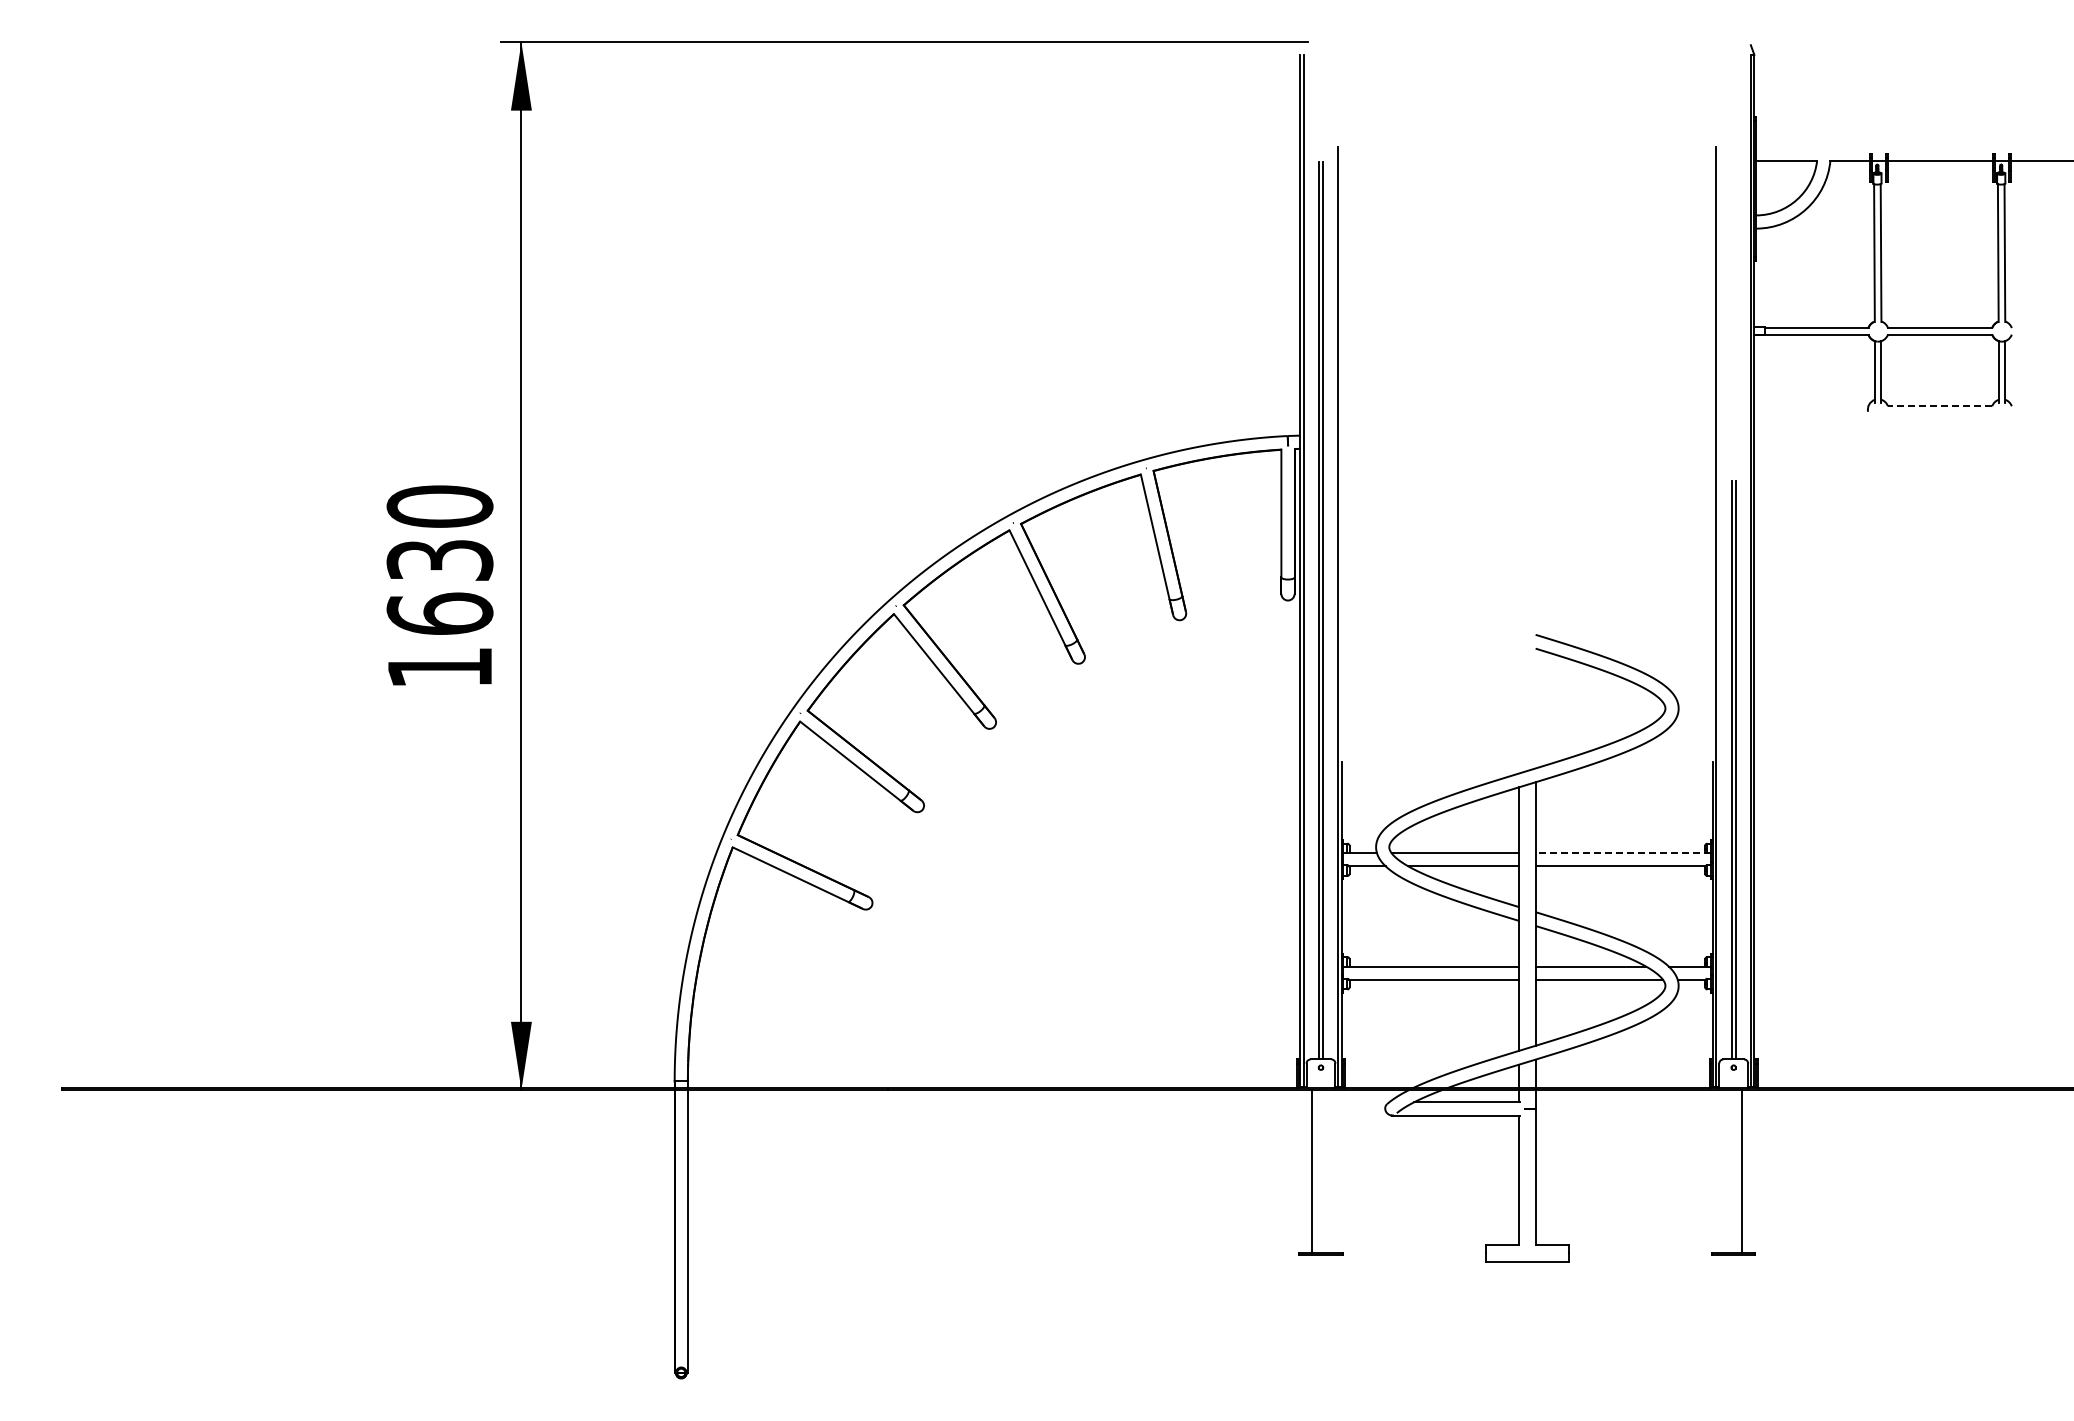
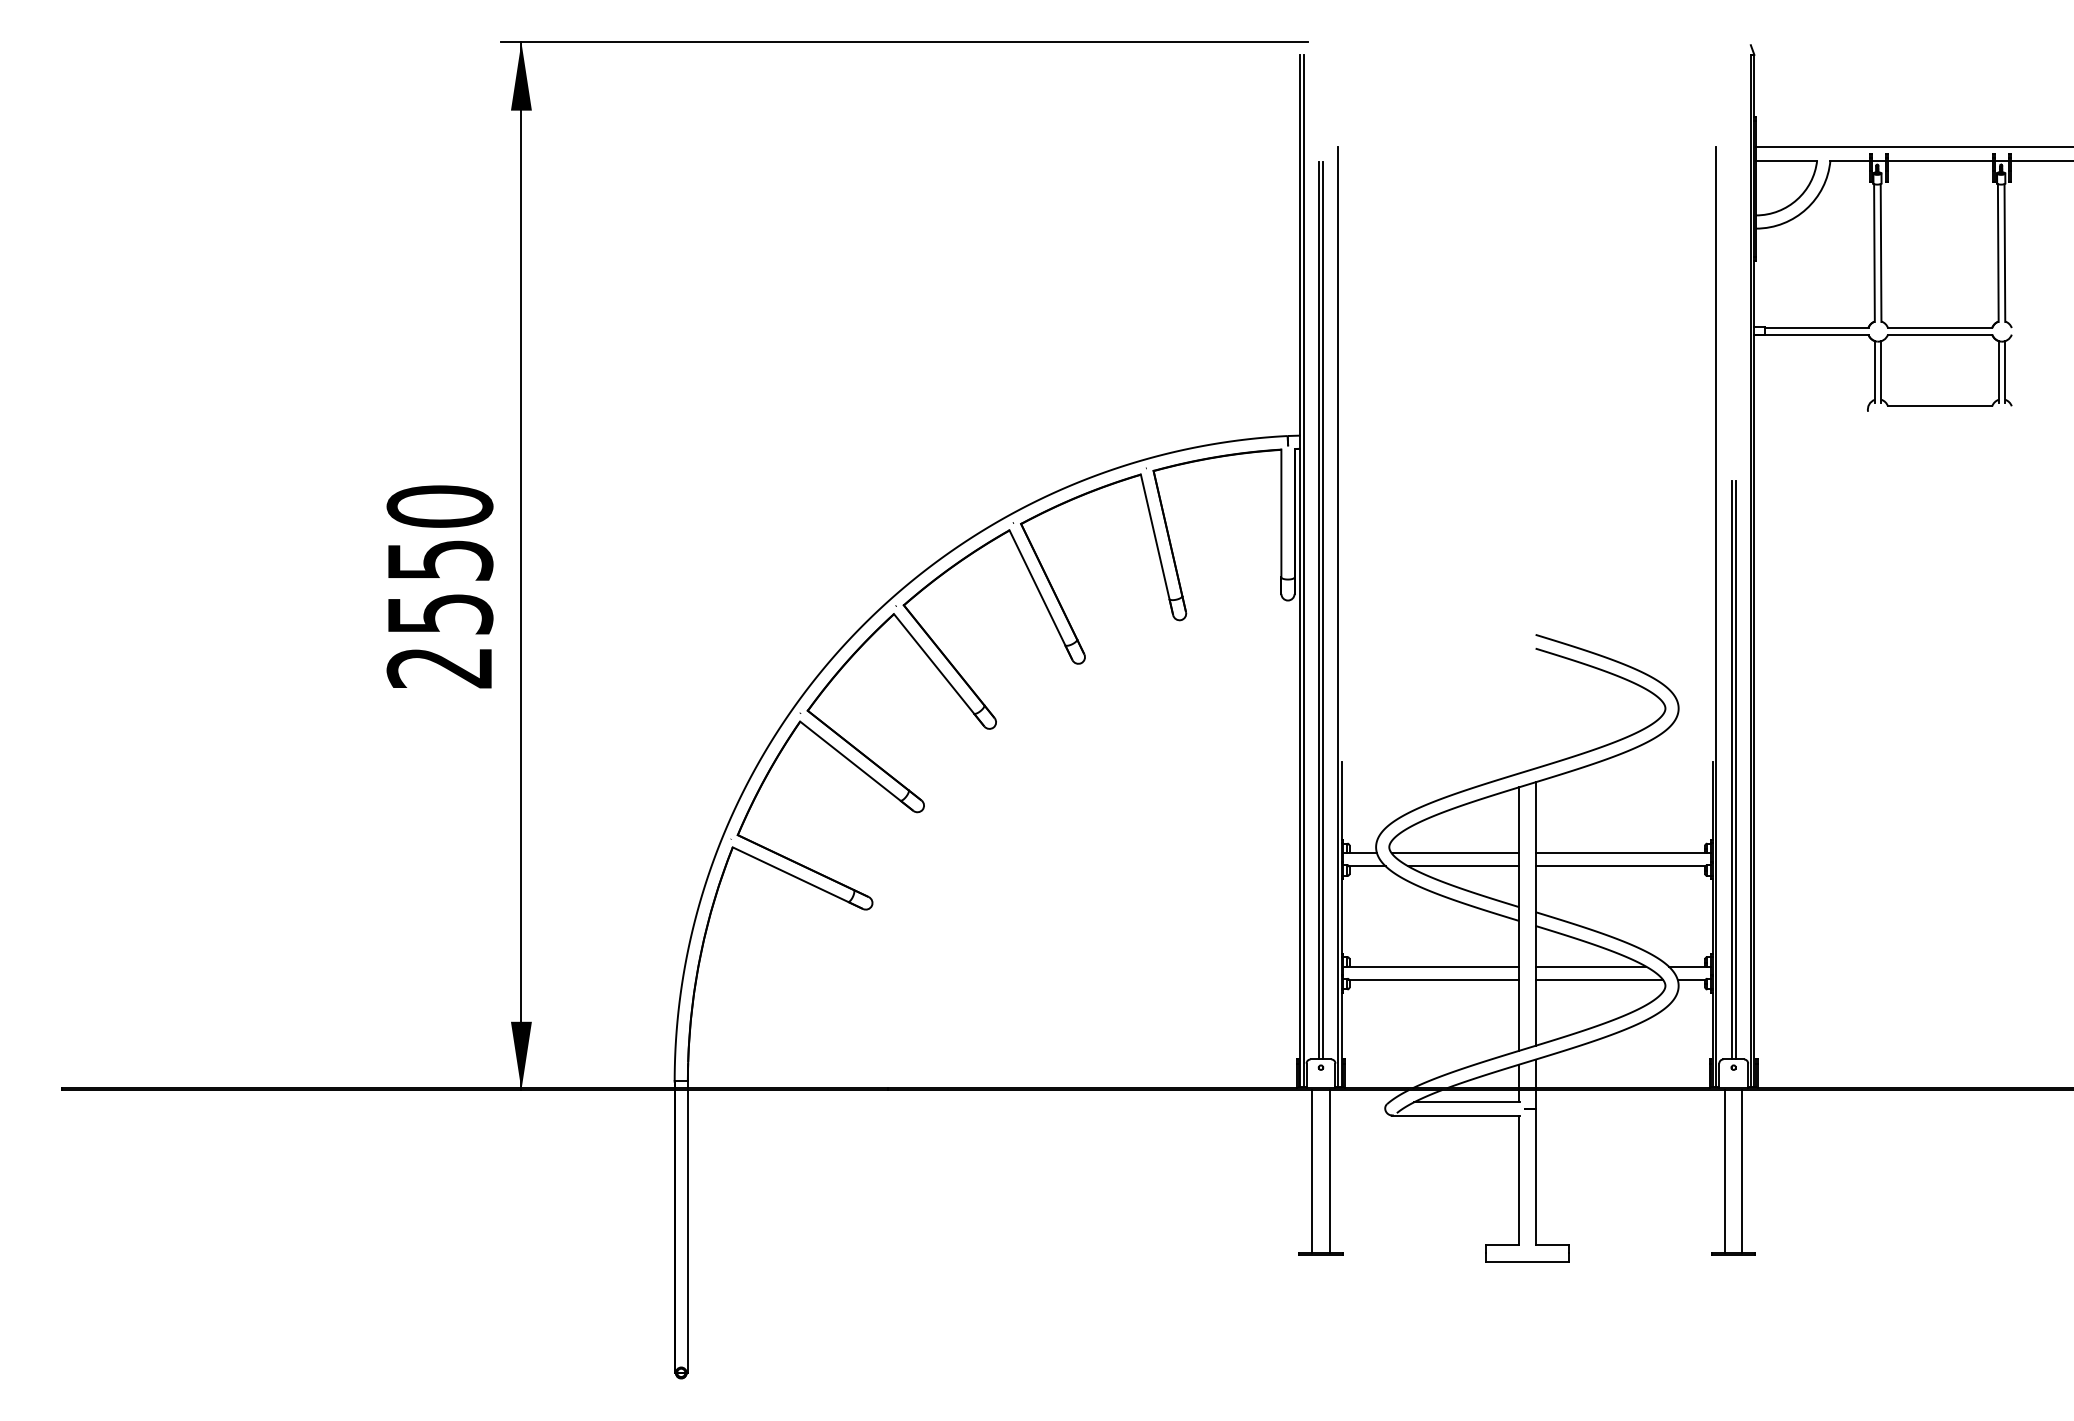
line at (1913, 147): none -> present
line at (1939, 406): dashed -> solid
text at (439, 614): 1630 -> 2550
line at (1623, 853): dashed -> solid
line at (1329, 1171): none -> present
line at (1725, 1171): none -> present
